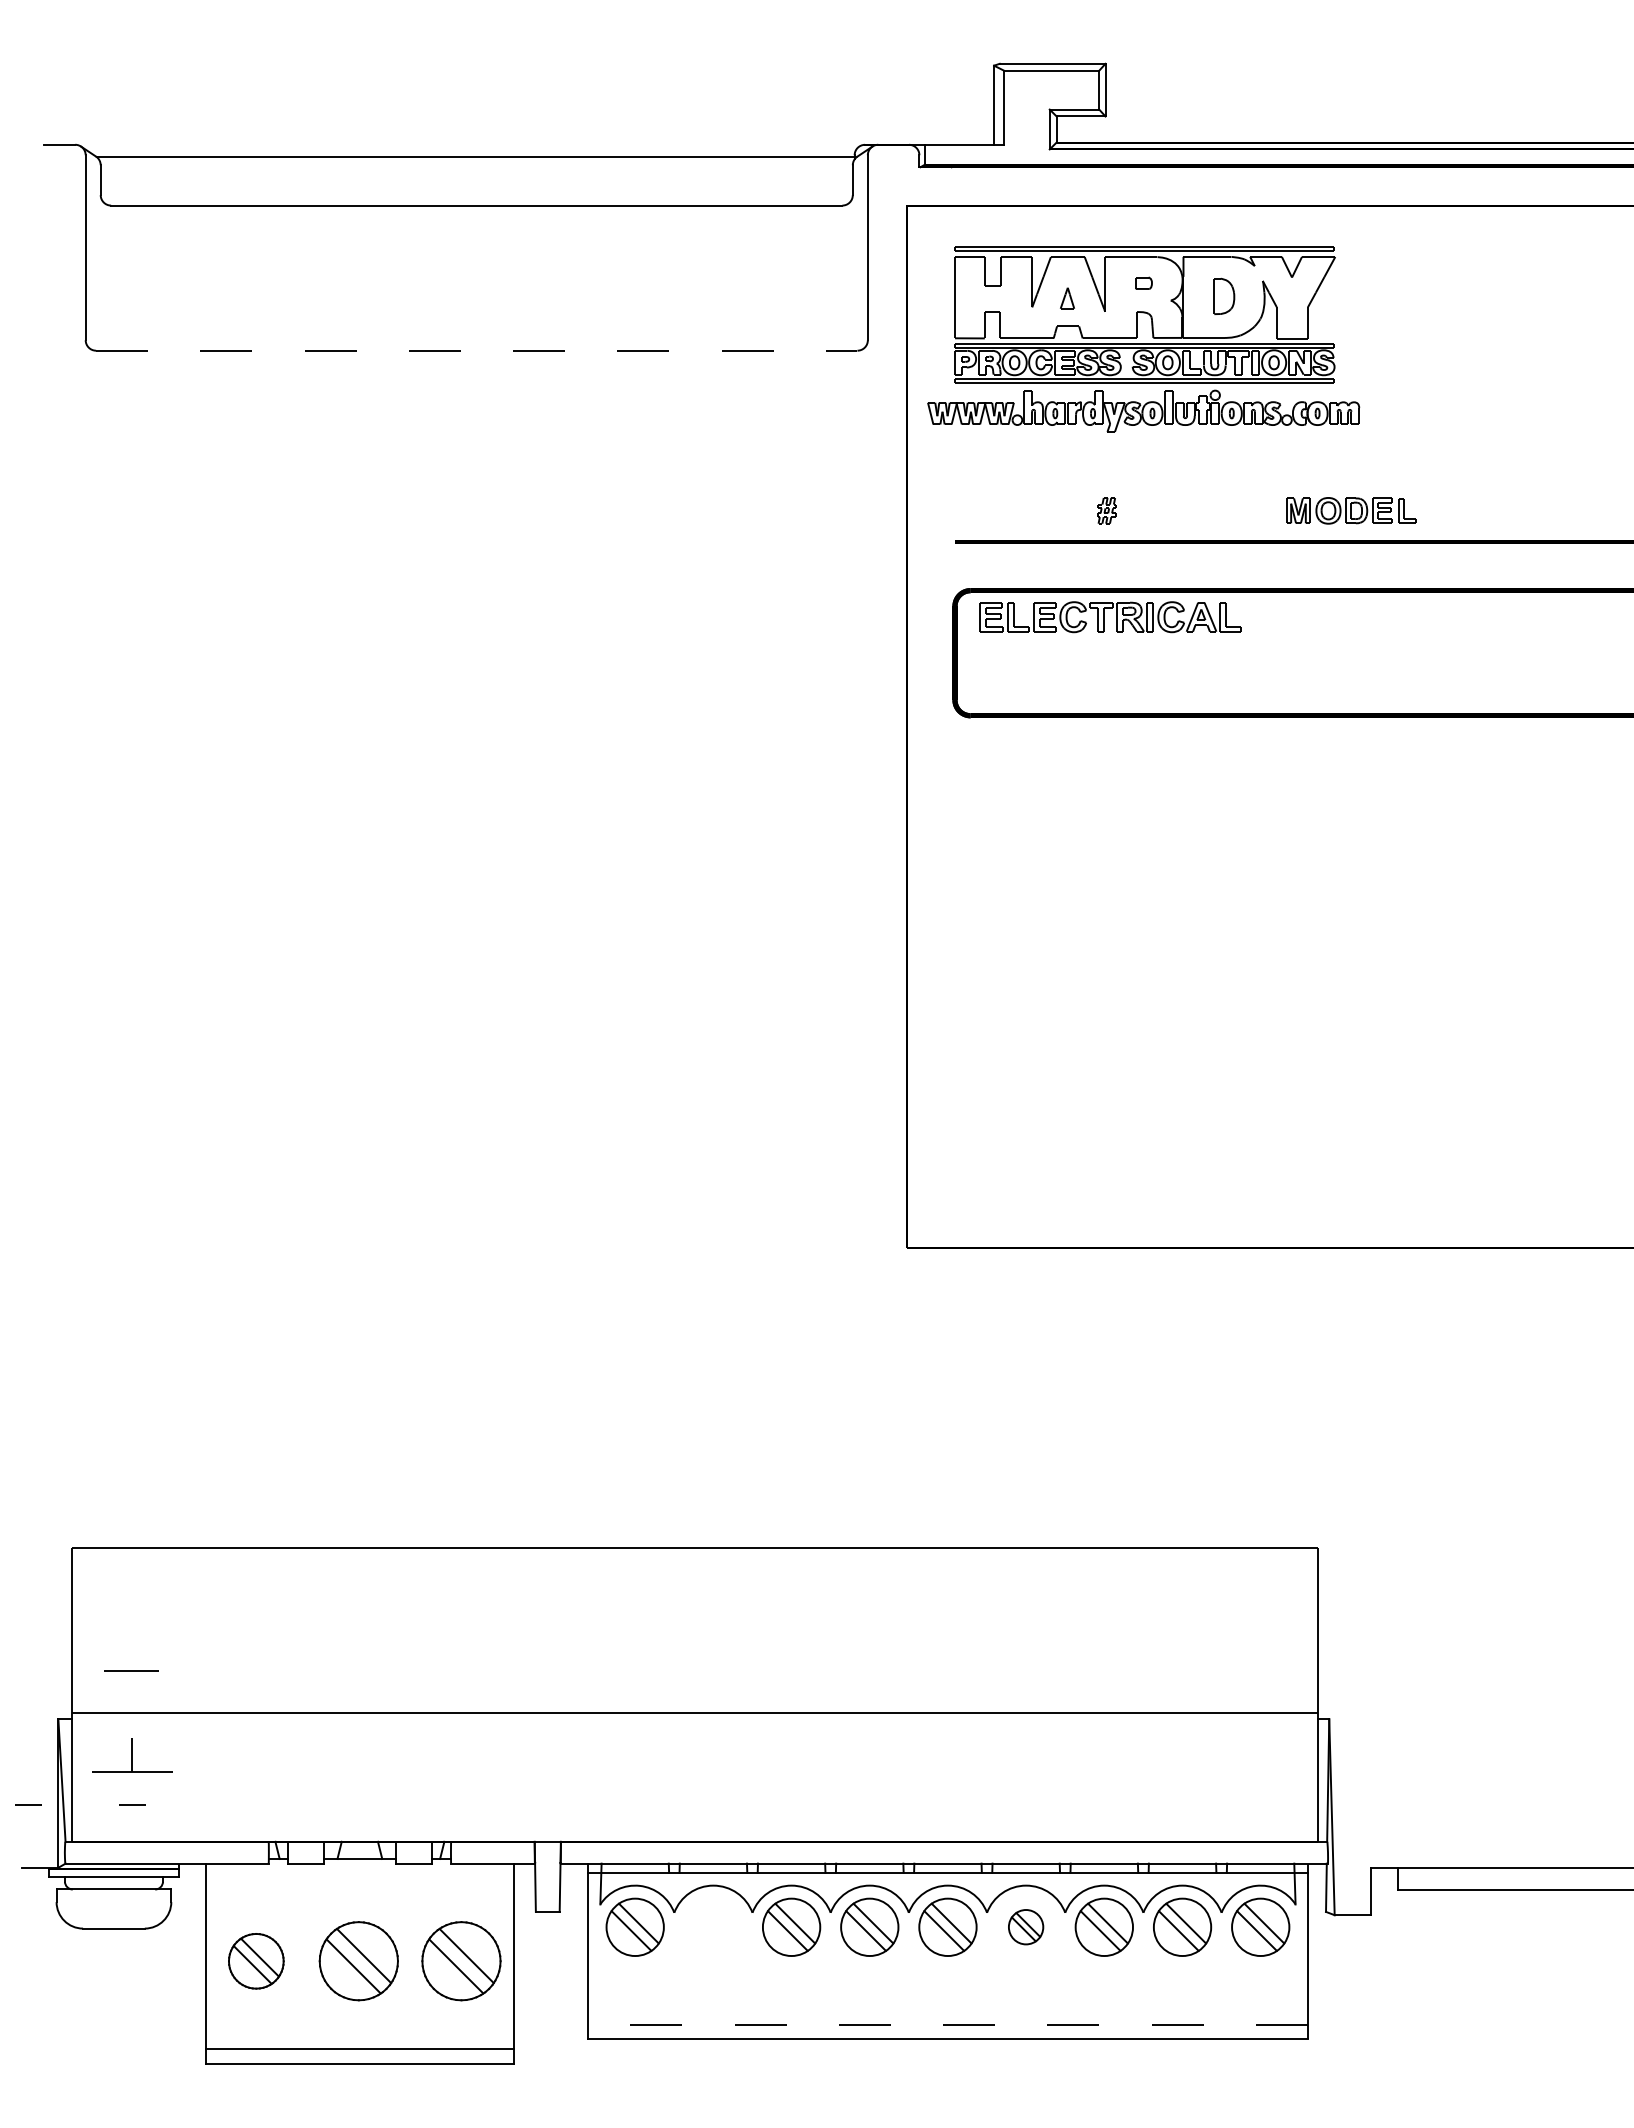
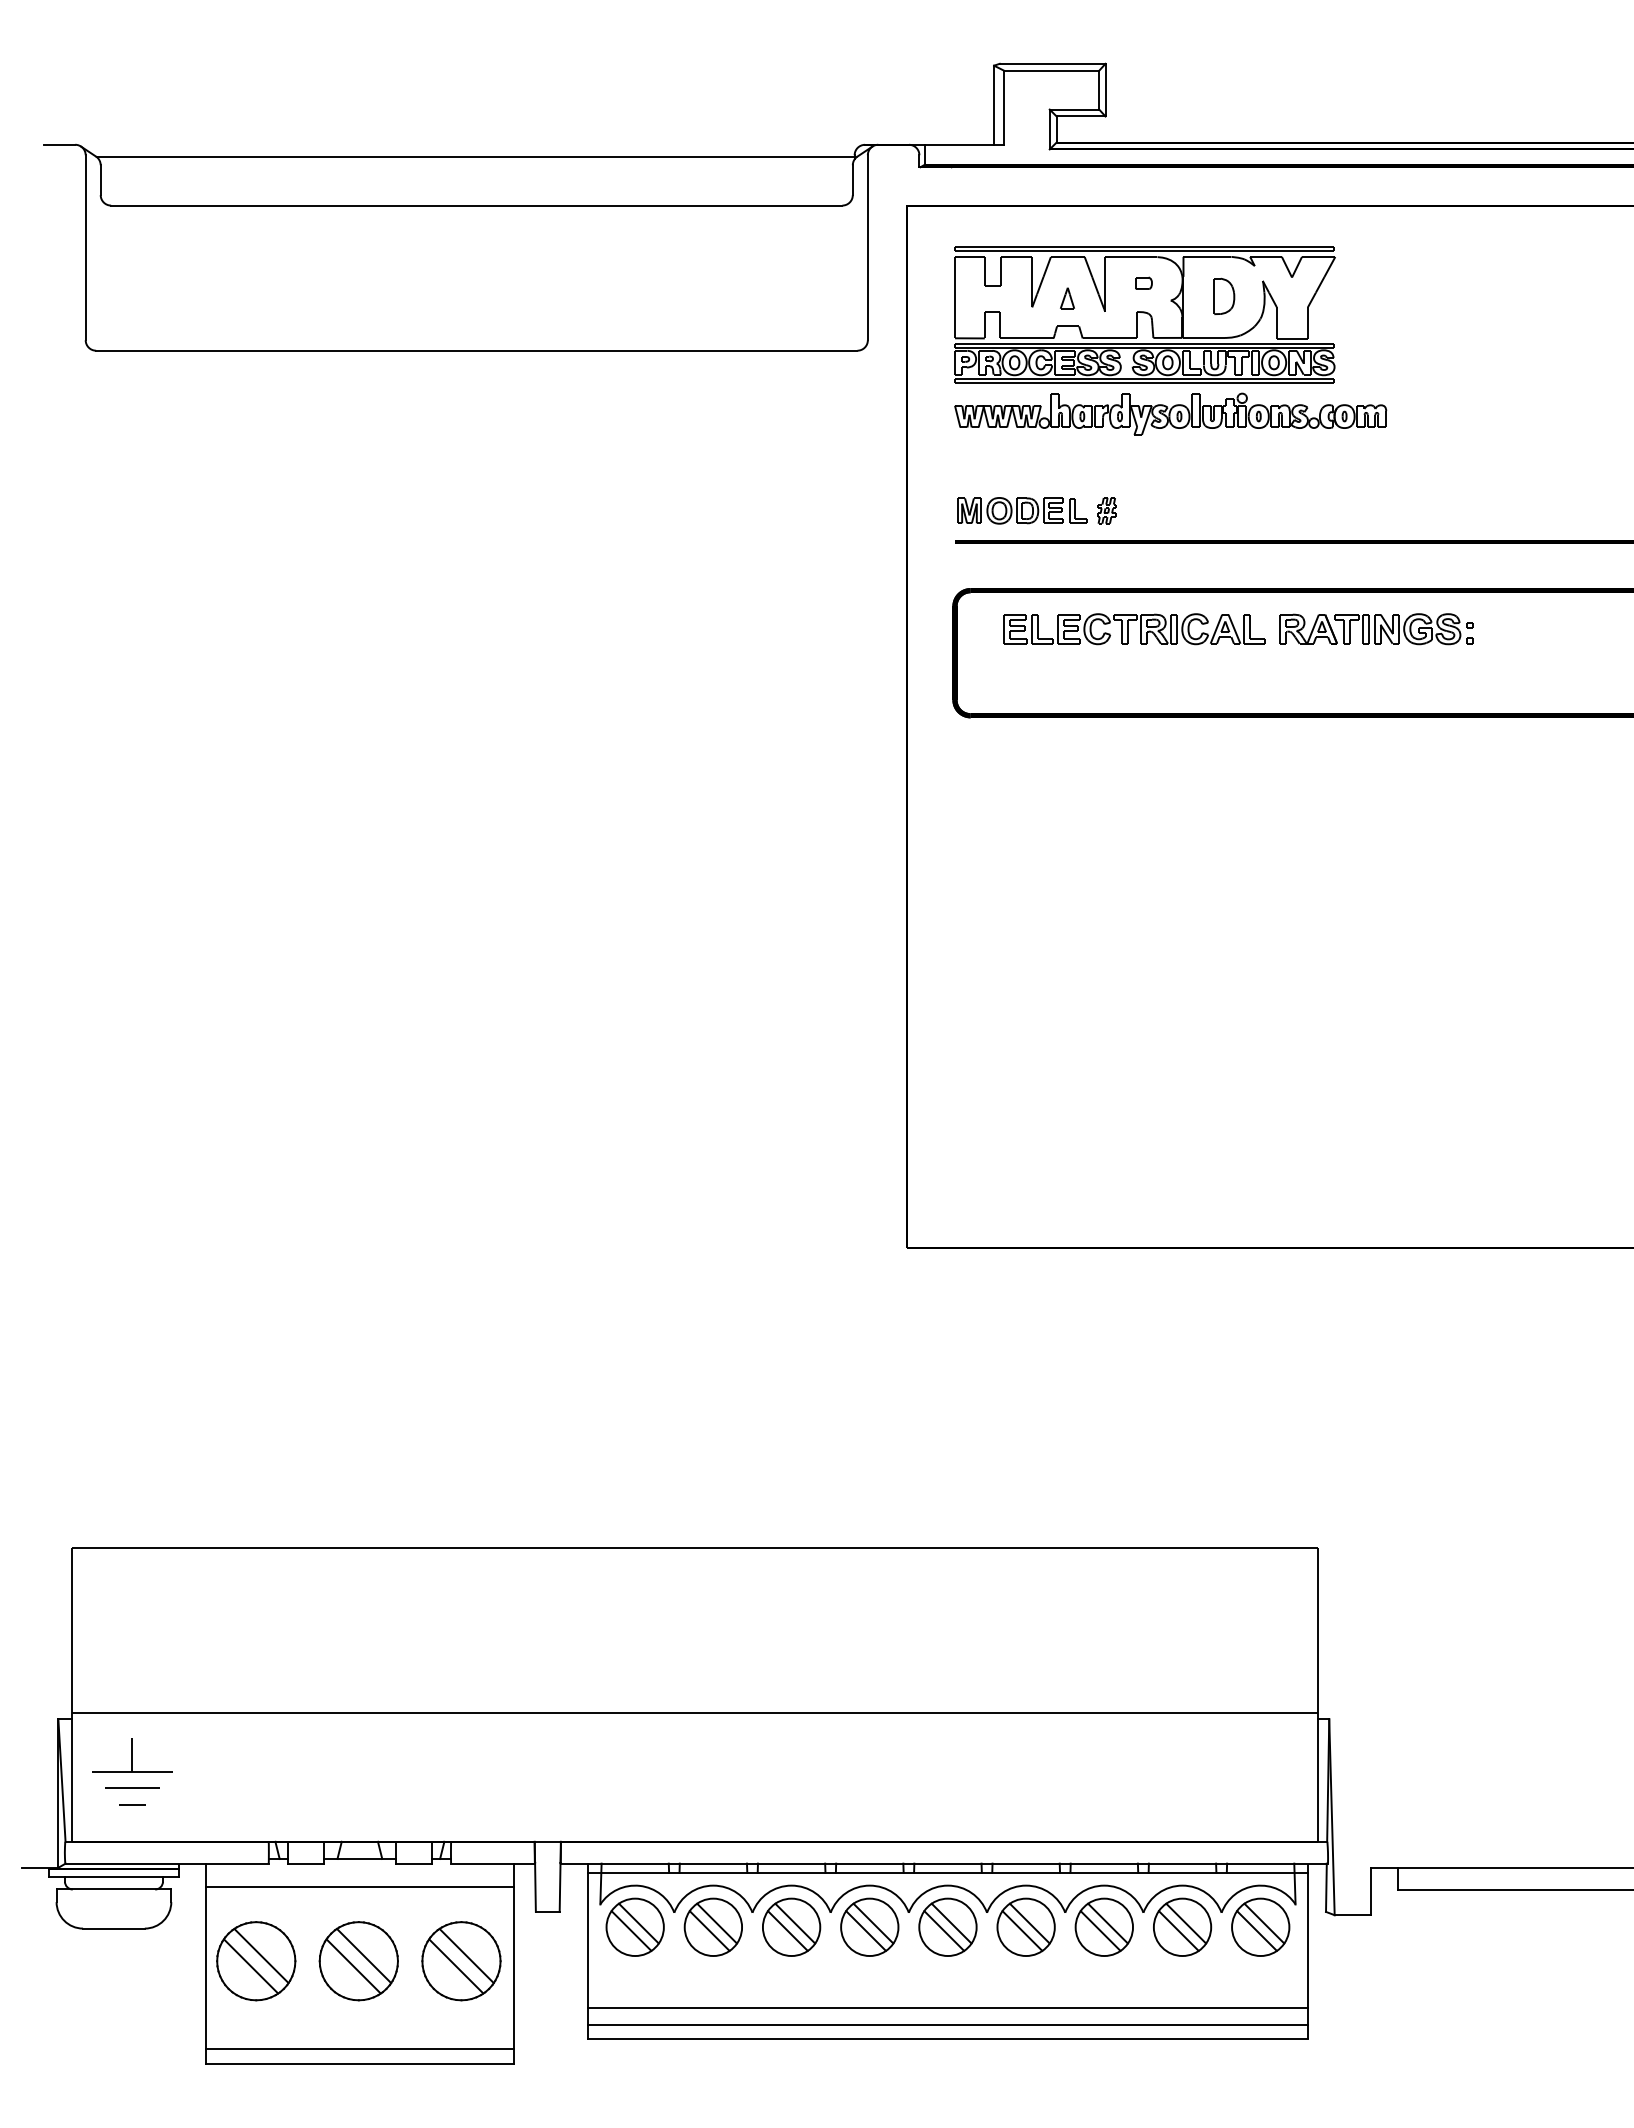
line at (476, 350): dashed -> solid
part at (1143, 410) position: (1143, 410) -> (1170, 413)
part at (1351, 510) position: (1351, 510) -> (1022, 510)
part at (1110, 617) position: (1110, 617) -> (1134, 629)
part at (1376, 629): none -> present
line at (131, 1670) position: (131, 1670) -> (132, 1787)
line at (28, 1804): present -> none
line at (359, 1887): none -> present
part at (712, 1926): none -> present
part at (1026, 1927) size: 37x37 px -> 60x60 px
part at (256, 1961) size: 57x57 px -> 81x81 px
line at (947, 2008): none -> present
line at (947, 2025): dashed -> solid
